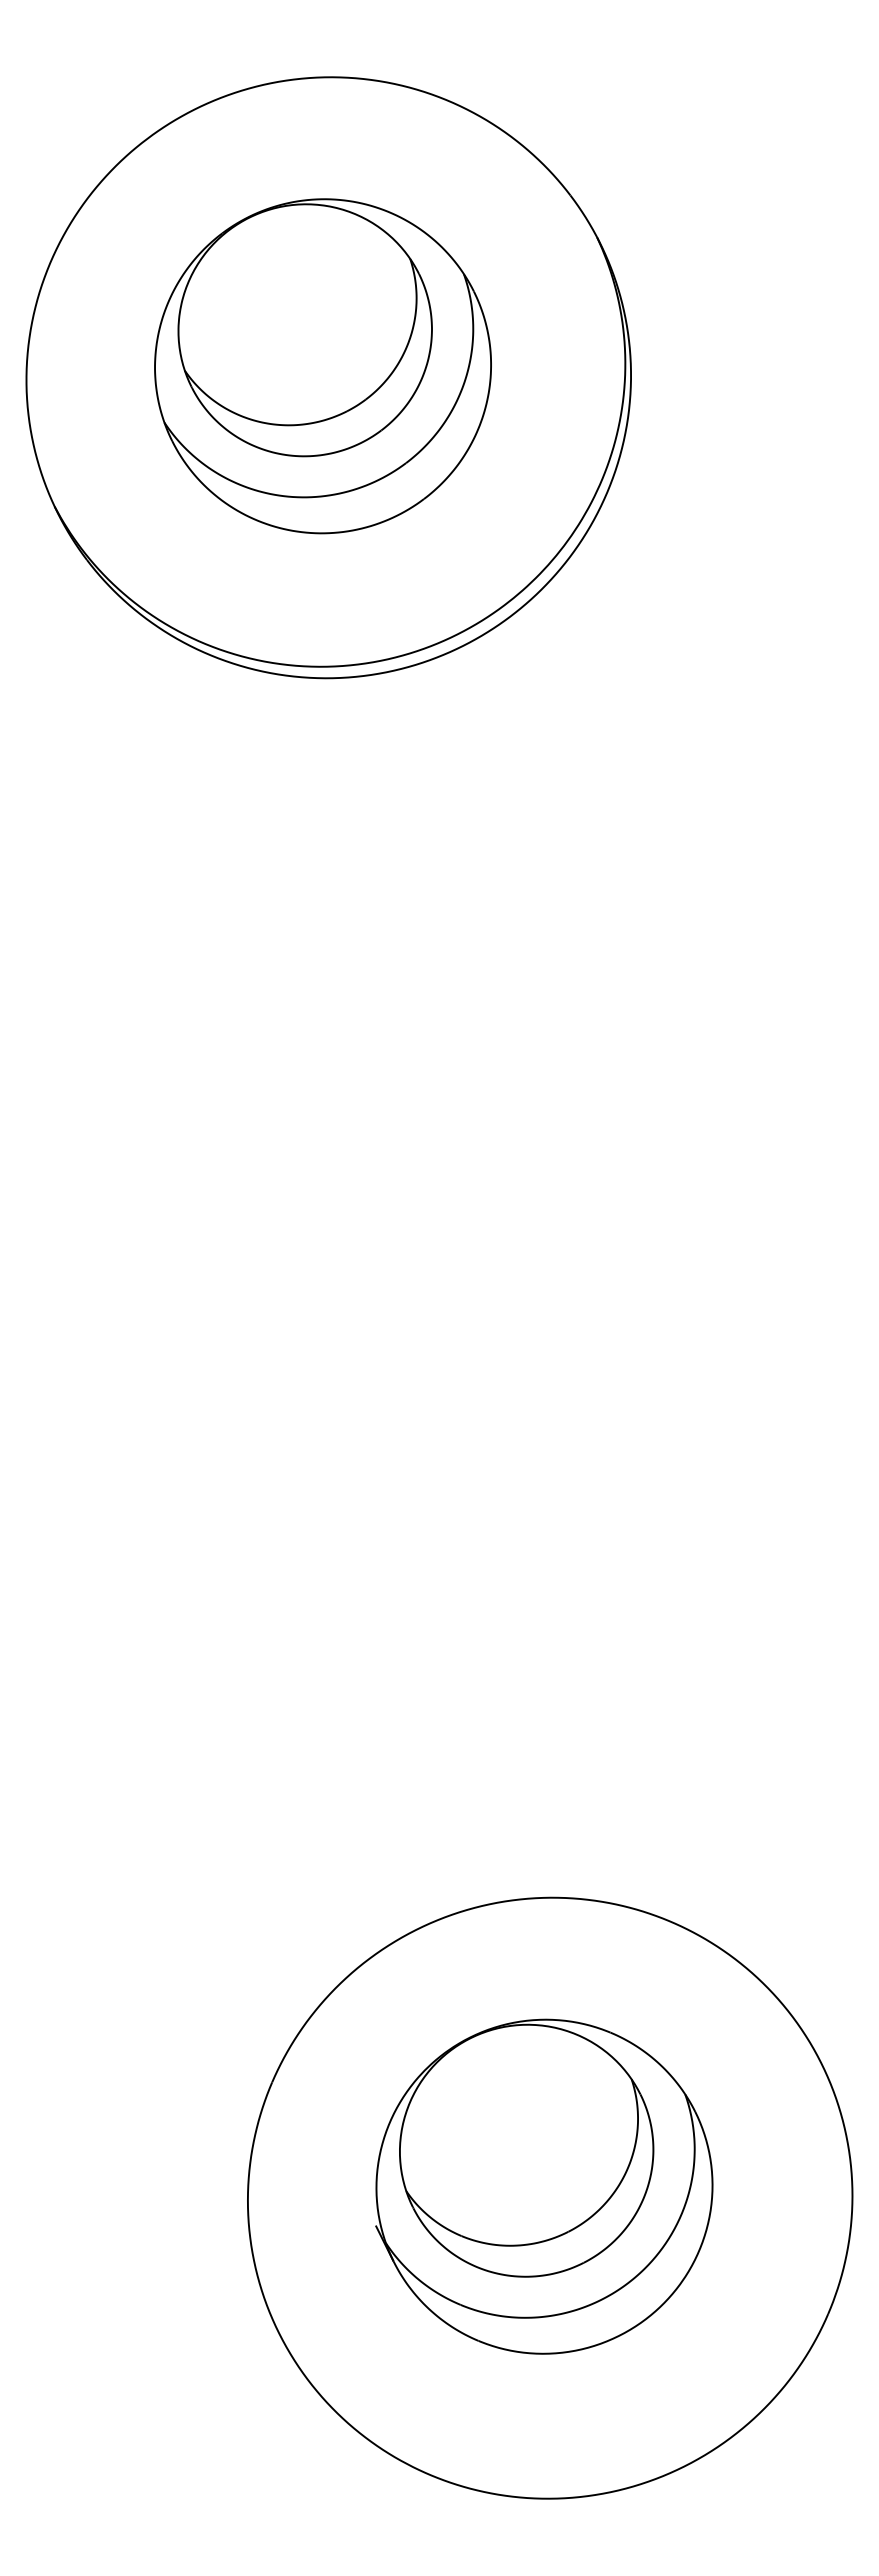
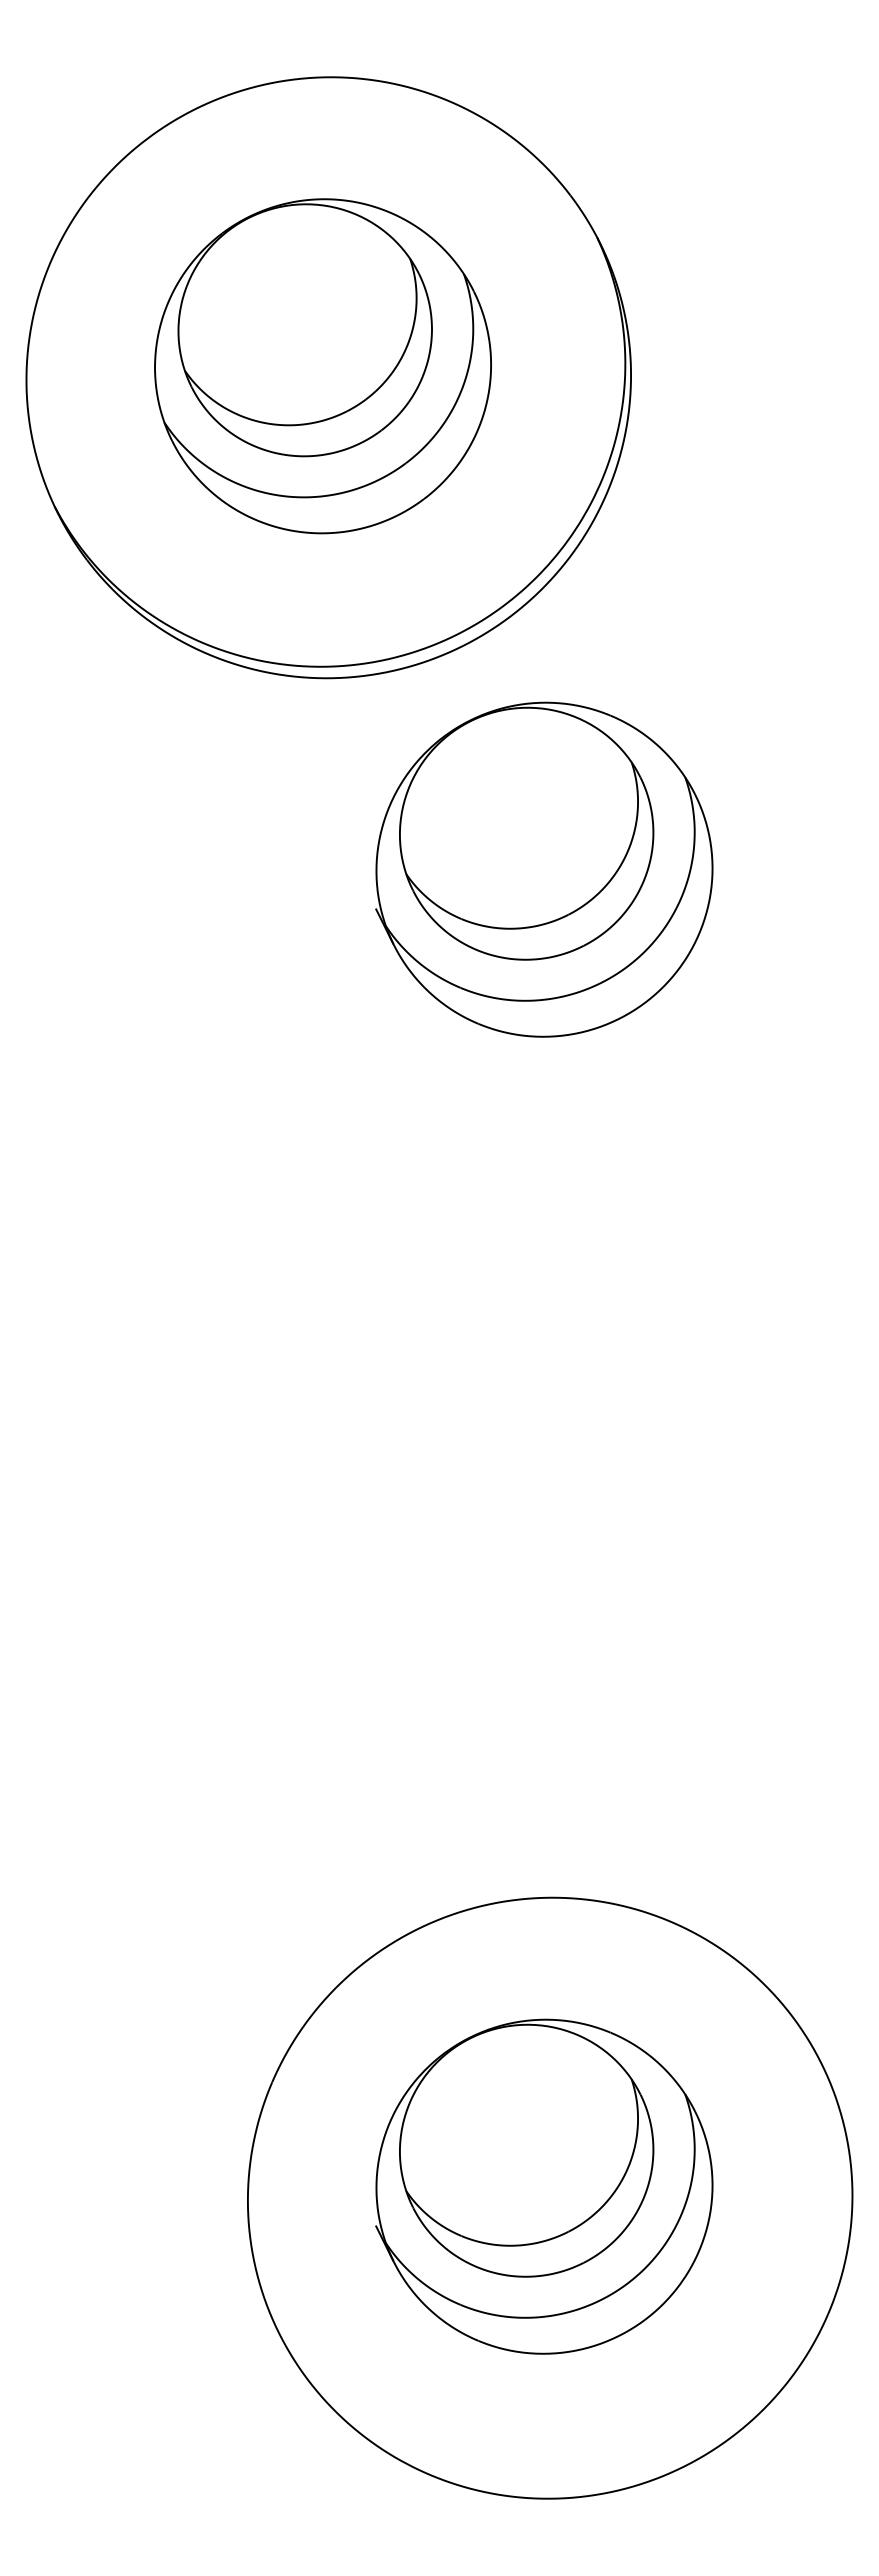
part at (544, 869): none -> present
